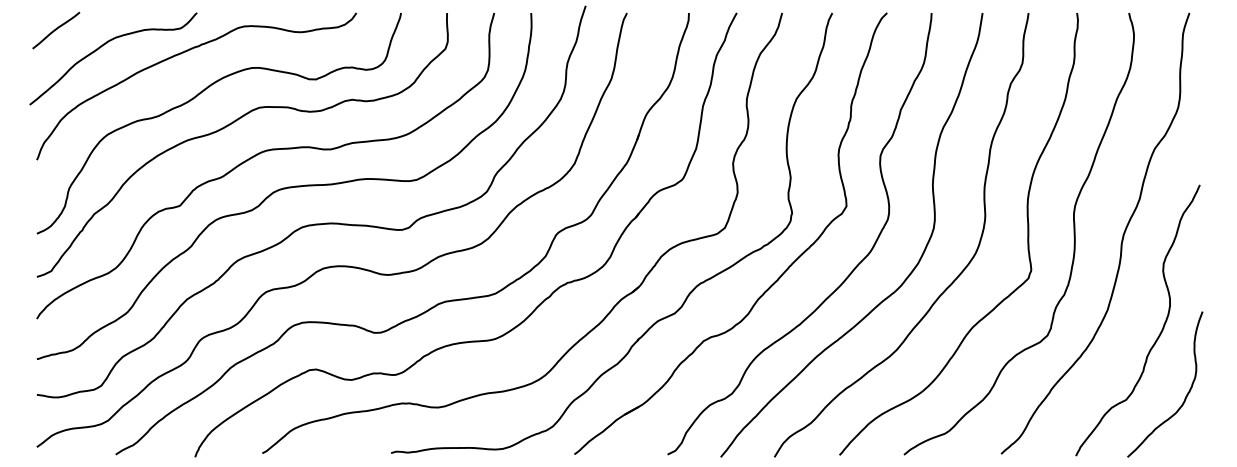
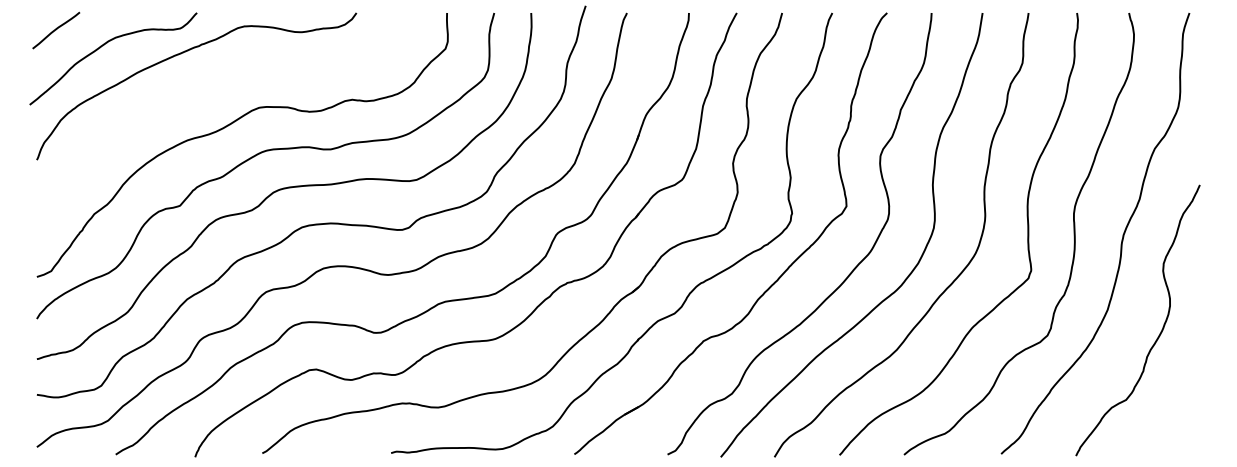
curve at (195, 98): present -> none
curve at (1186, 394): present -> none
